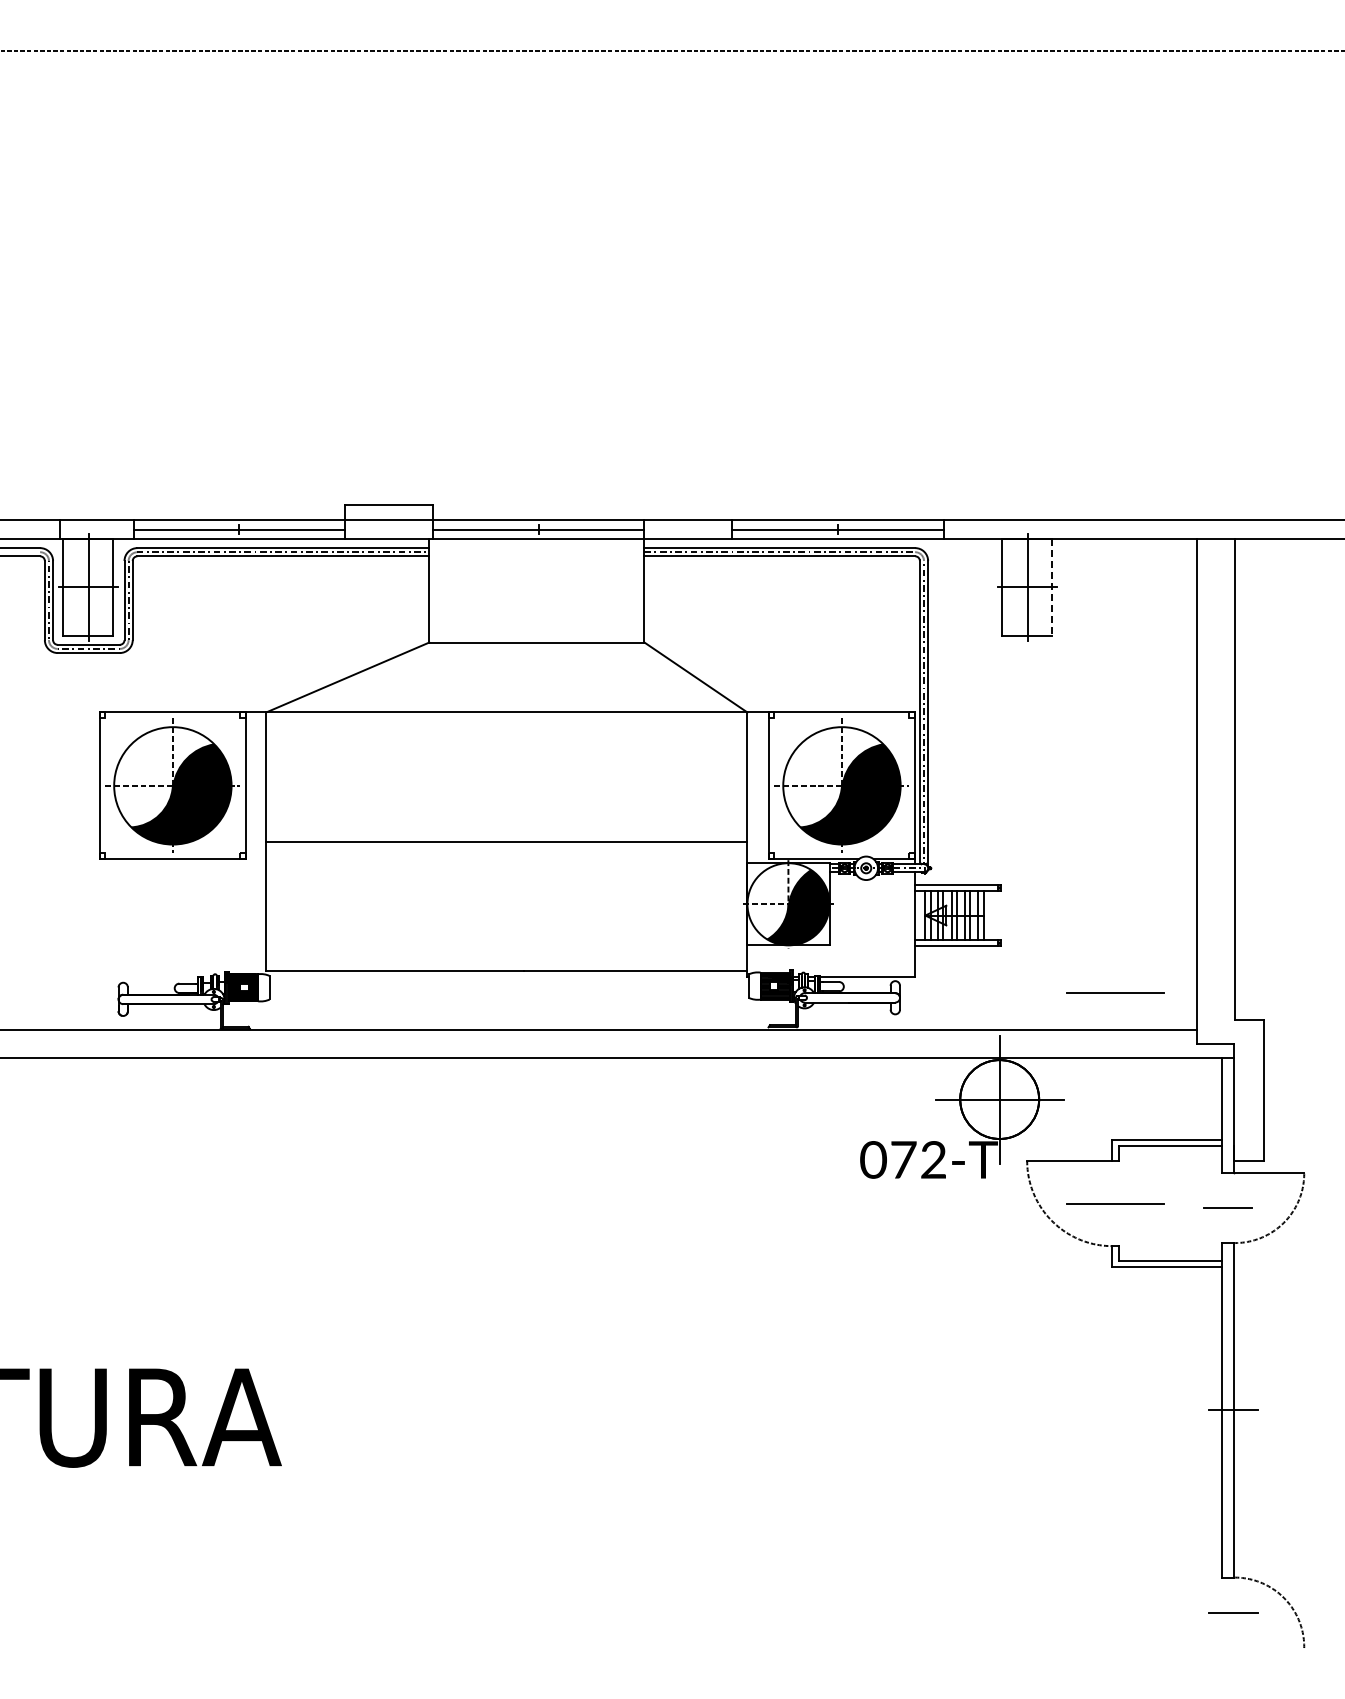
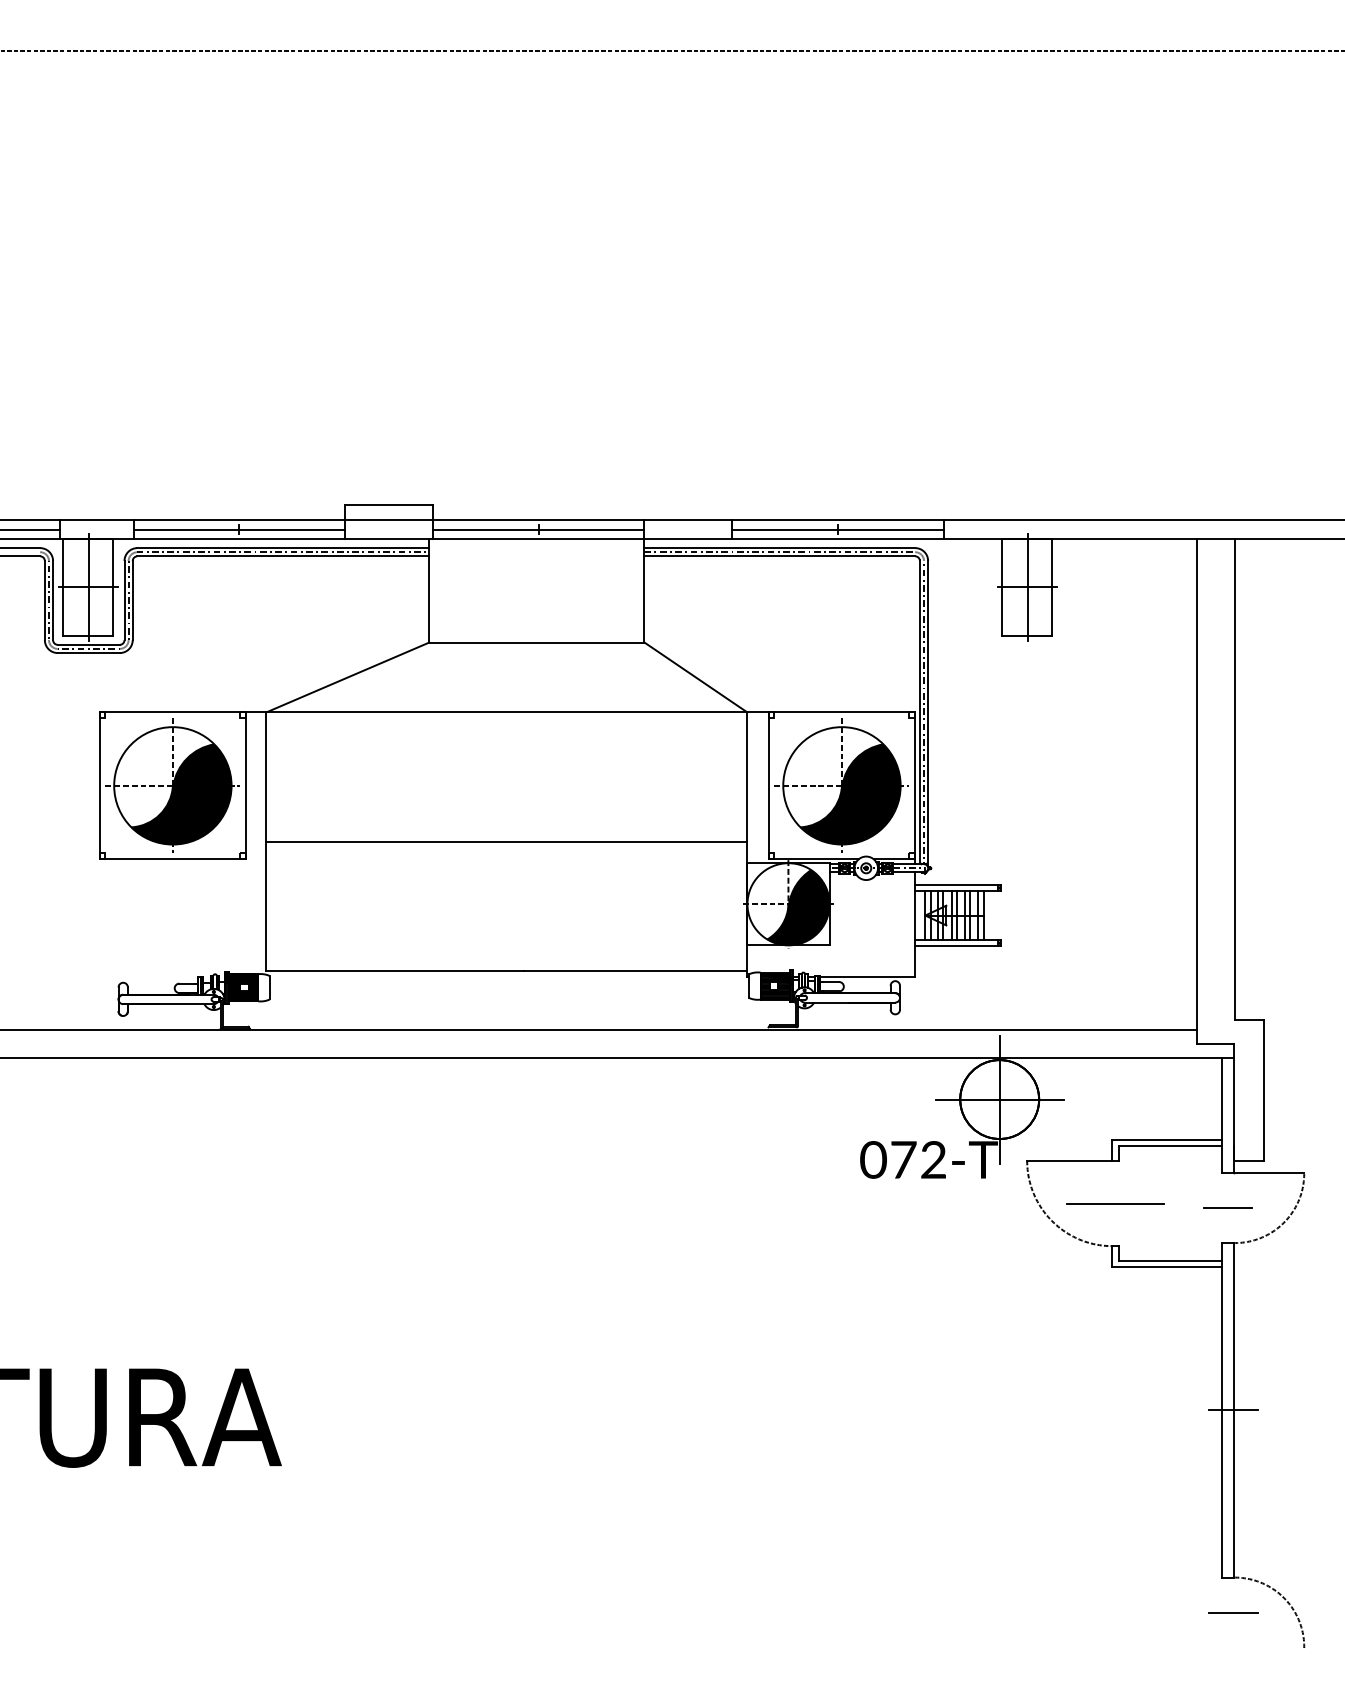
line at (30, 529): none -> present
line at (1051, 587): dashed -> solid
line at (1115, 992): present -> none
